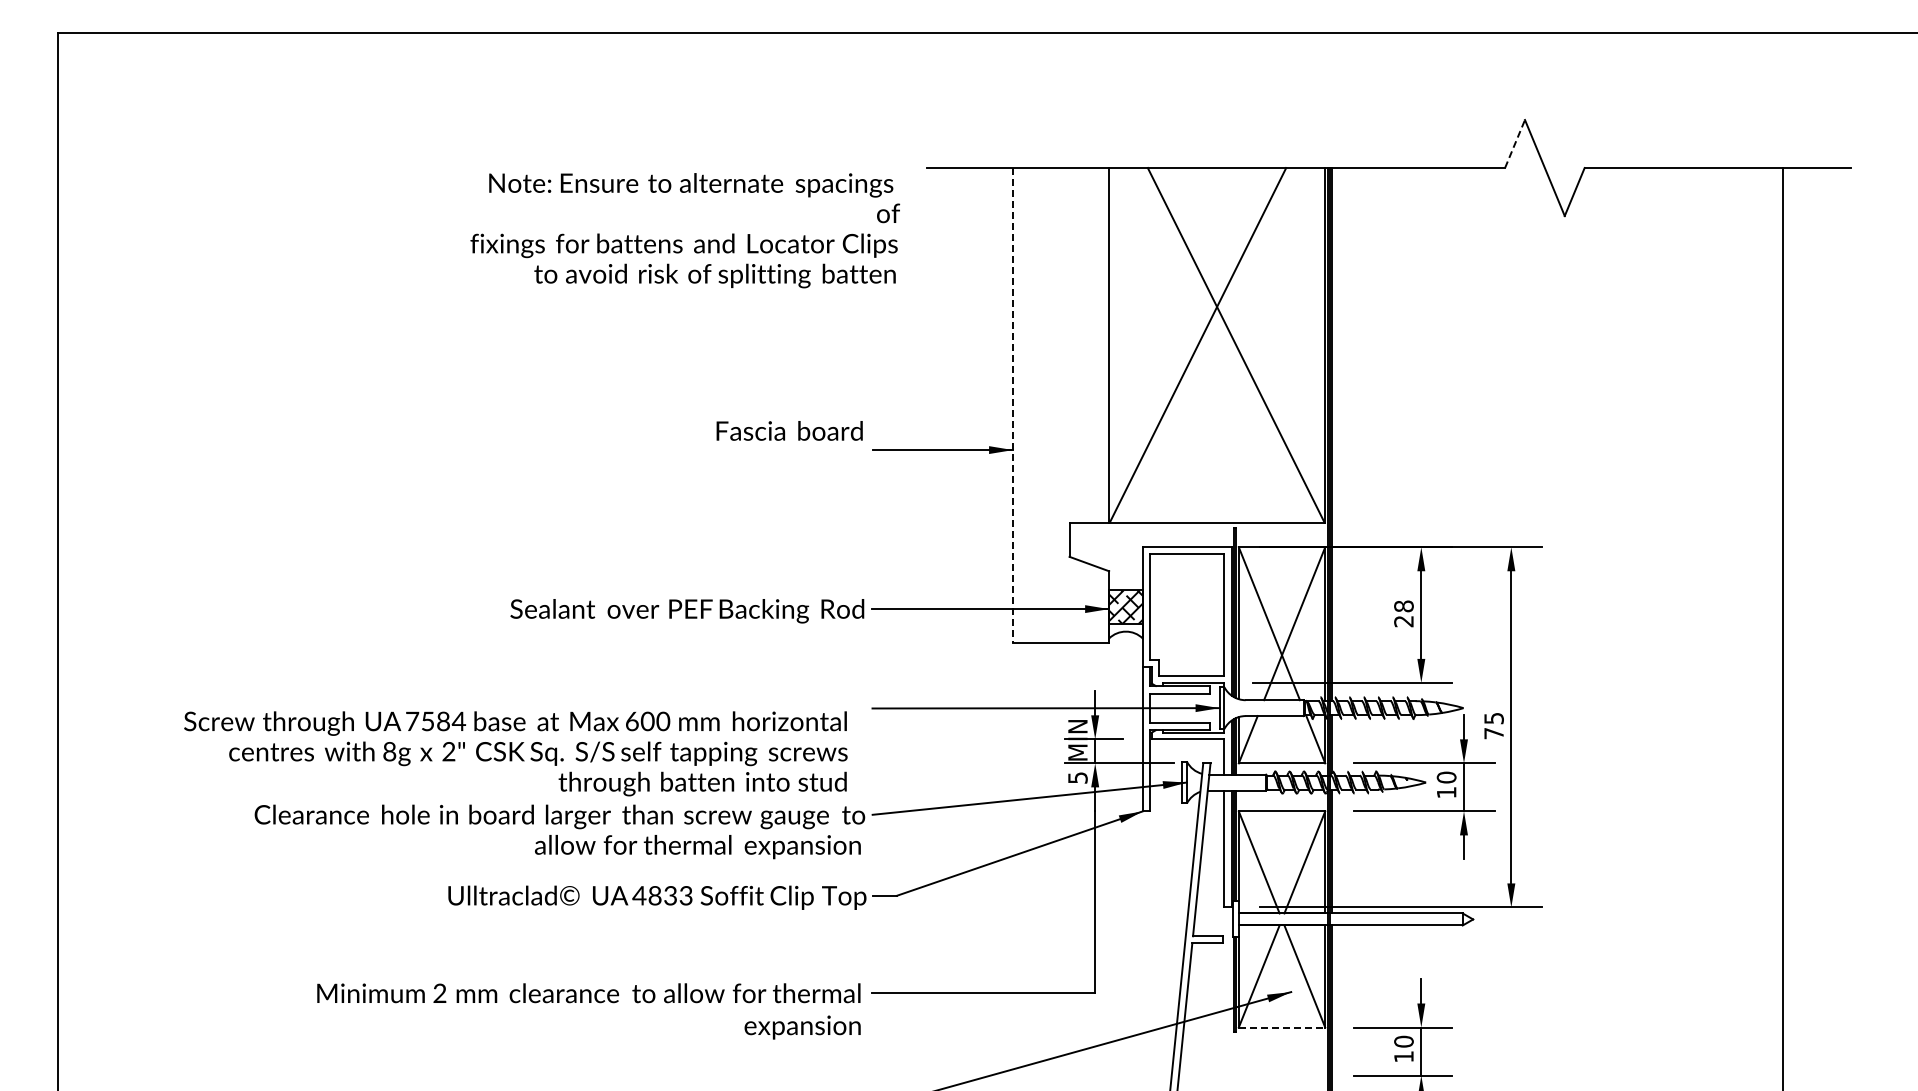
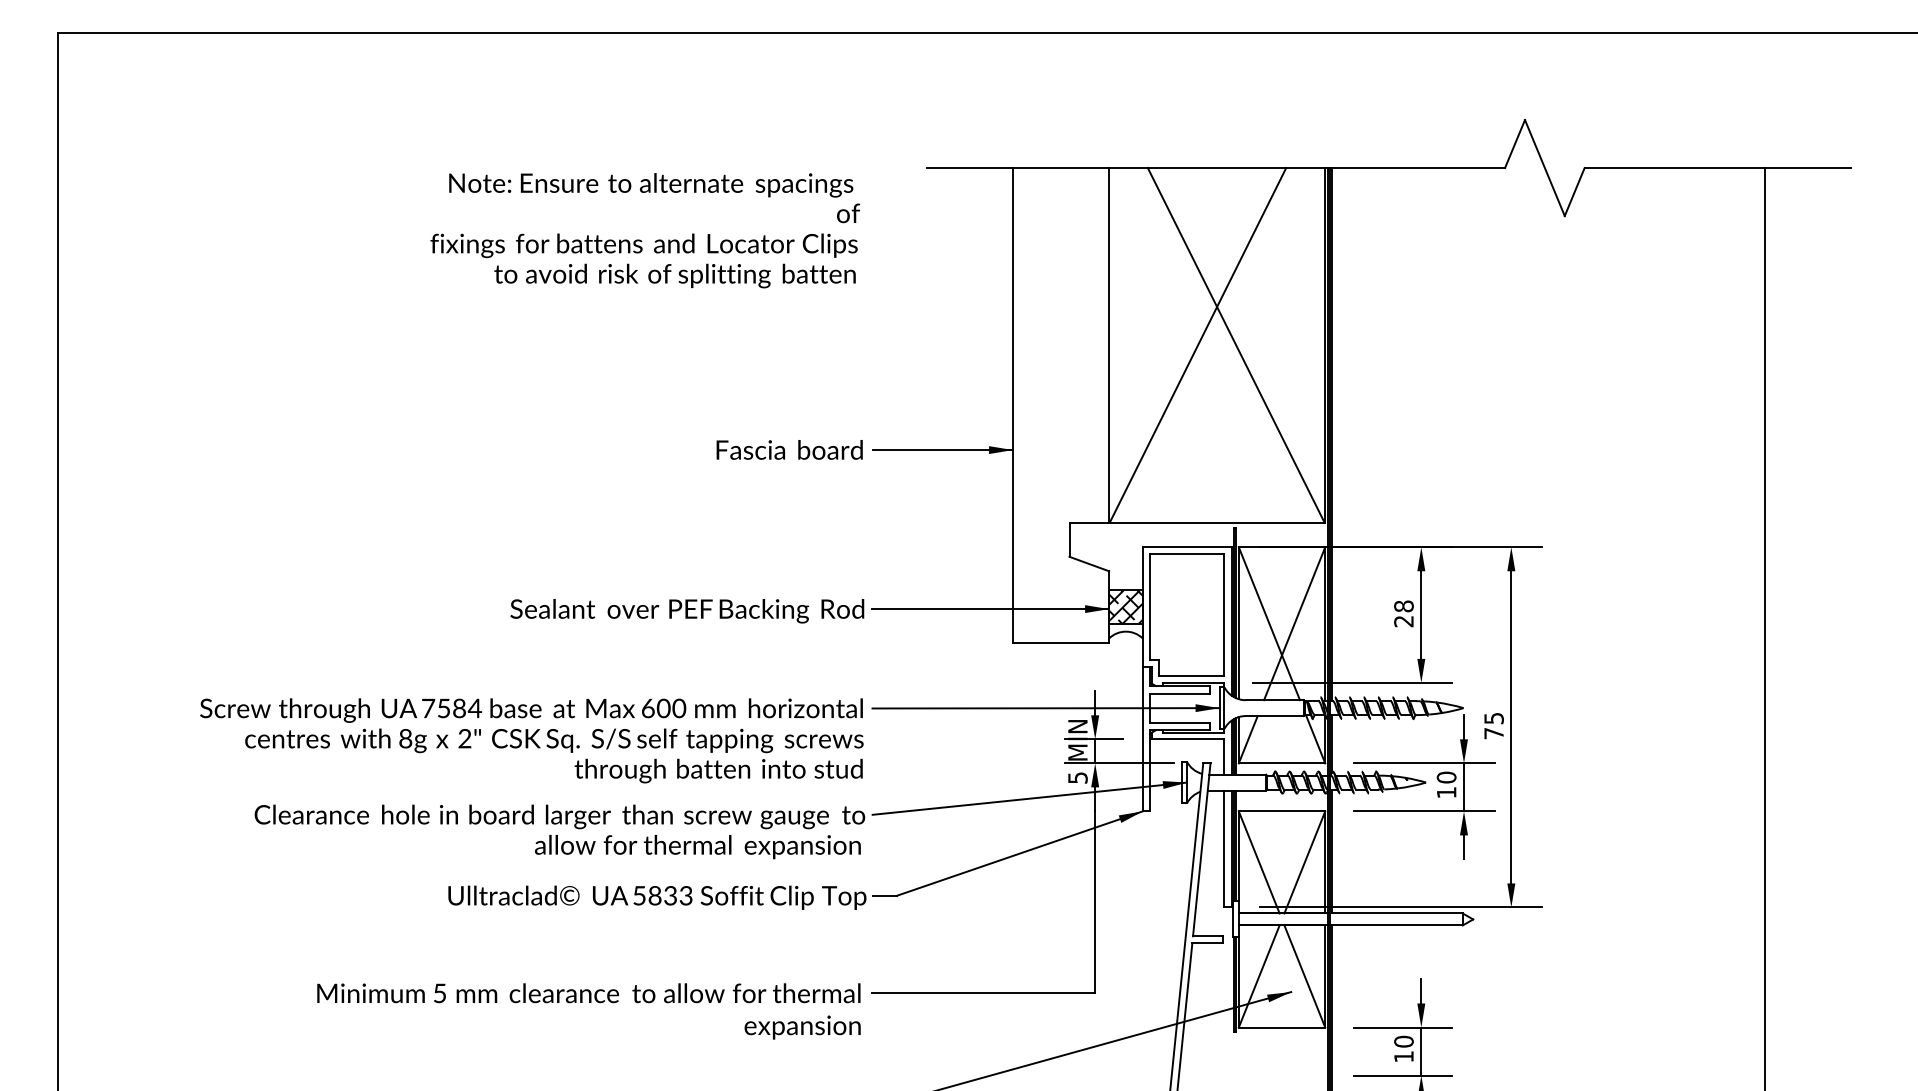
line at (1515, 144): dashed -> solid
text at (685, 230) position: (685, 230) -> (645, 230)
line at (1013, 405): dashed -> solid
text at (789, 430) position: (789, 430) -> (789, 449)
line at (1782, 627) position: (1782, 627) -> (1764, 627)
text at (515, 753) position: (515, 753) -> (531, 740)
text at (639, 895): 4833 -> 5833
text at (439, 993): 2 -> 5
line at (1282, 1027): dashed -> solid
